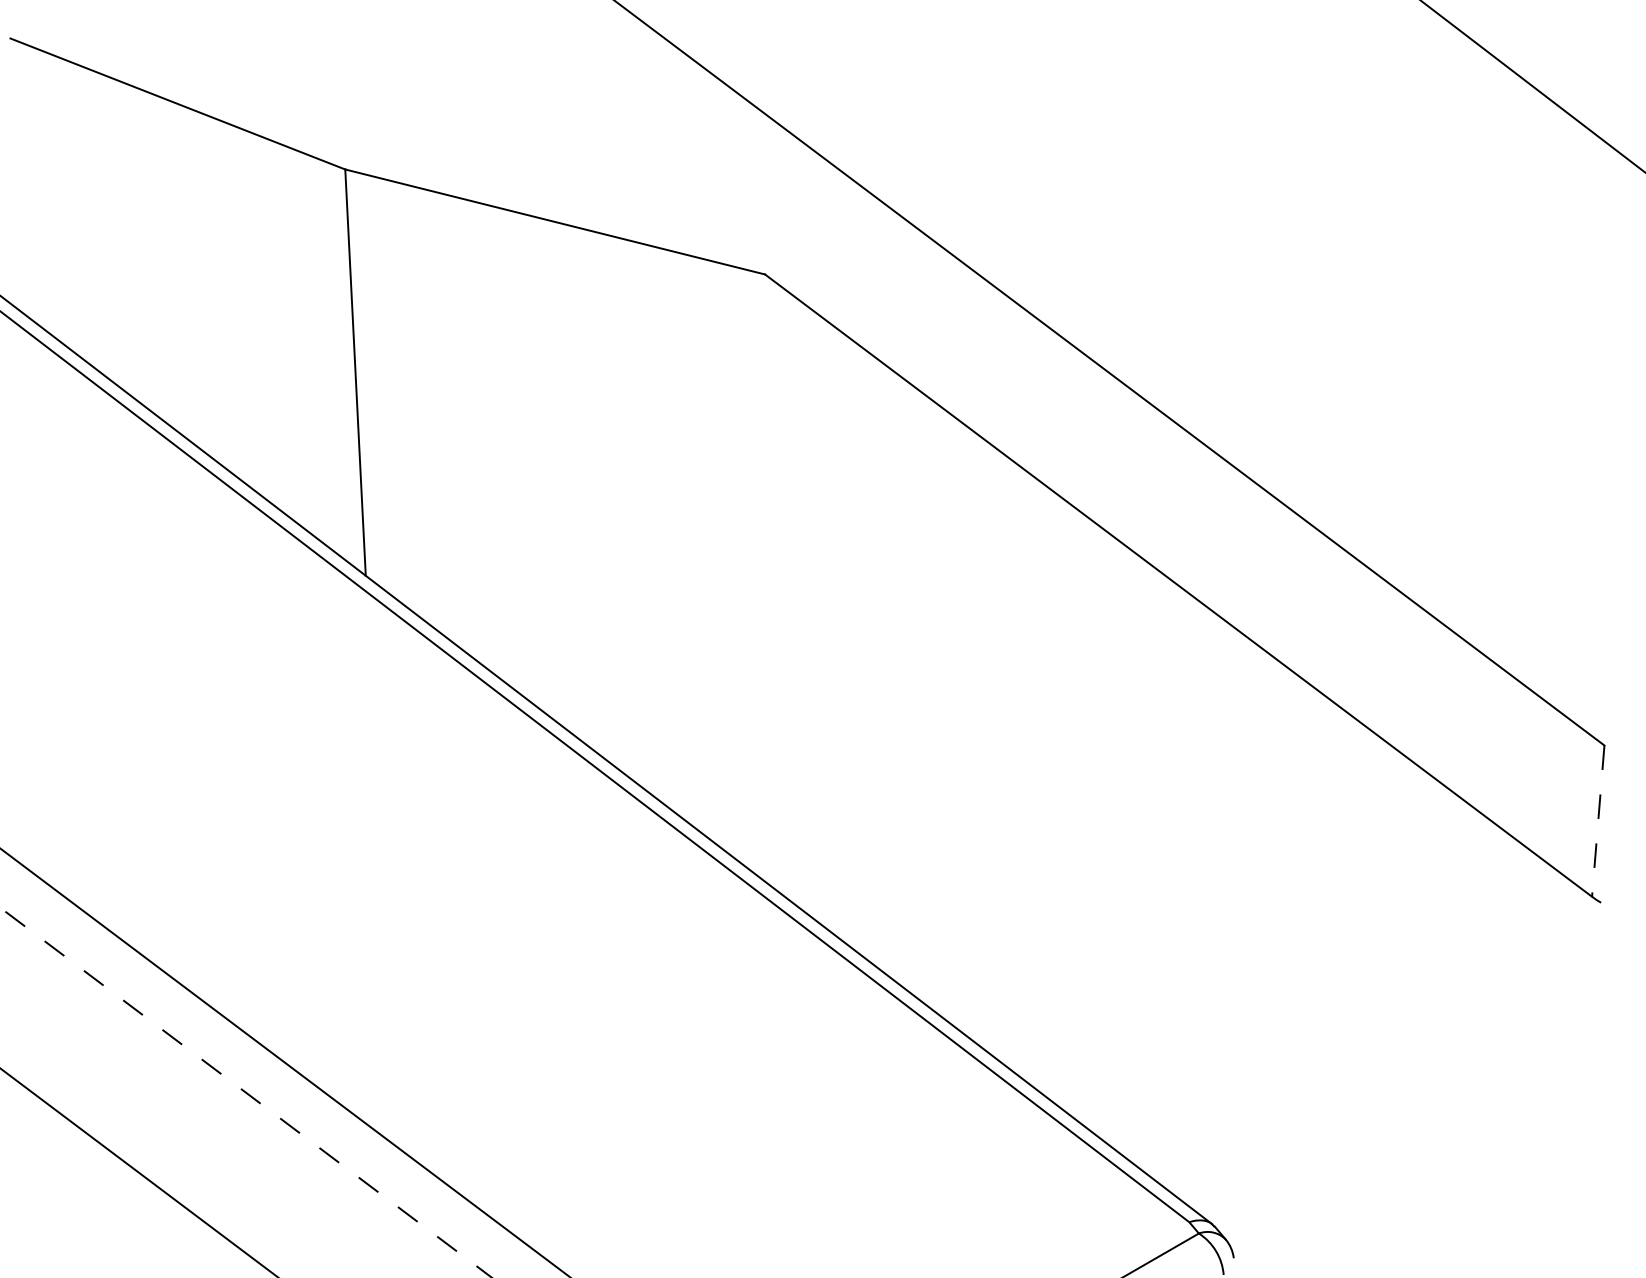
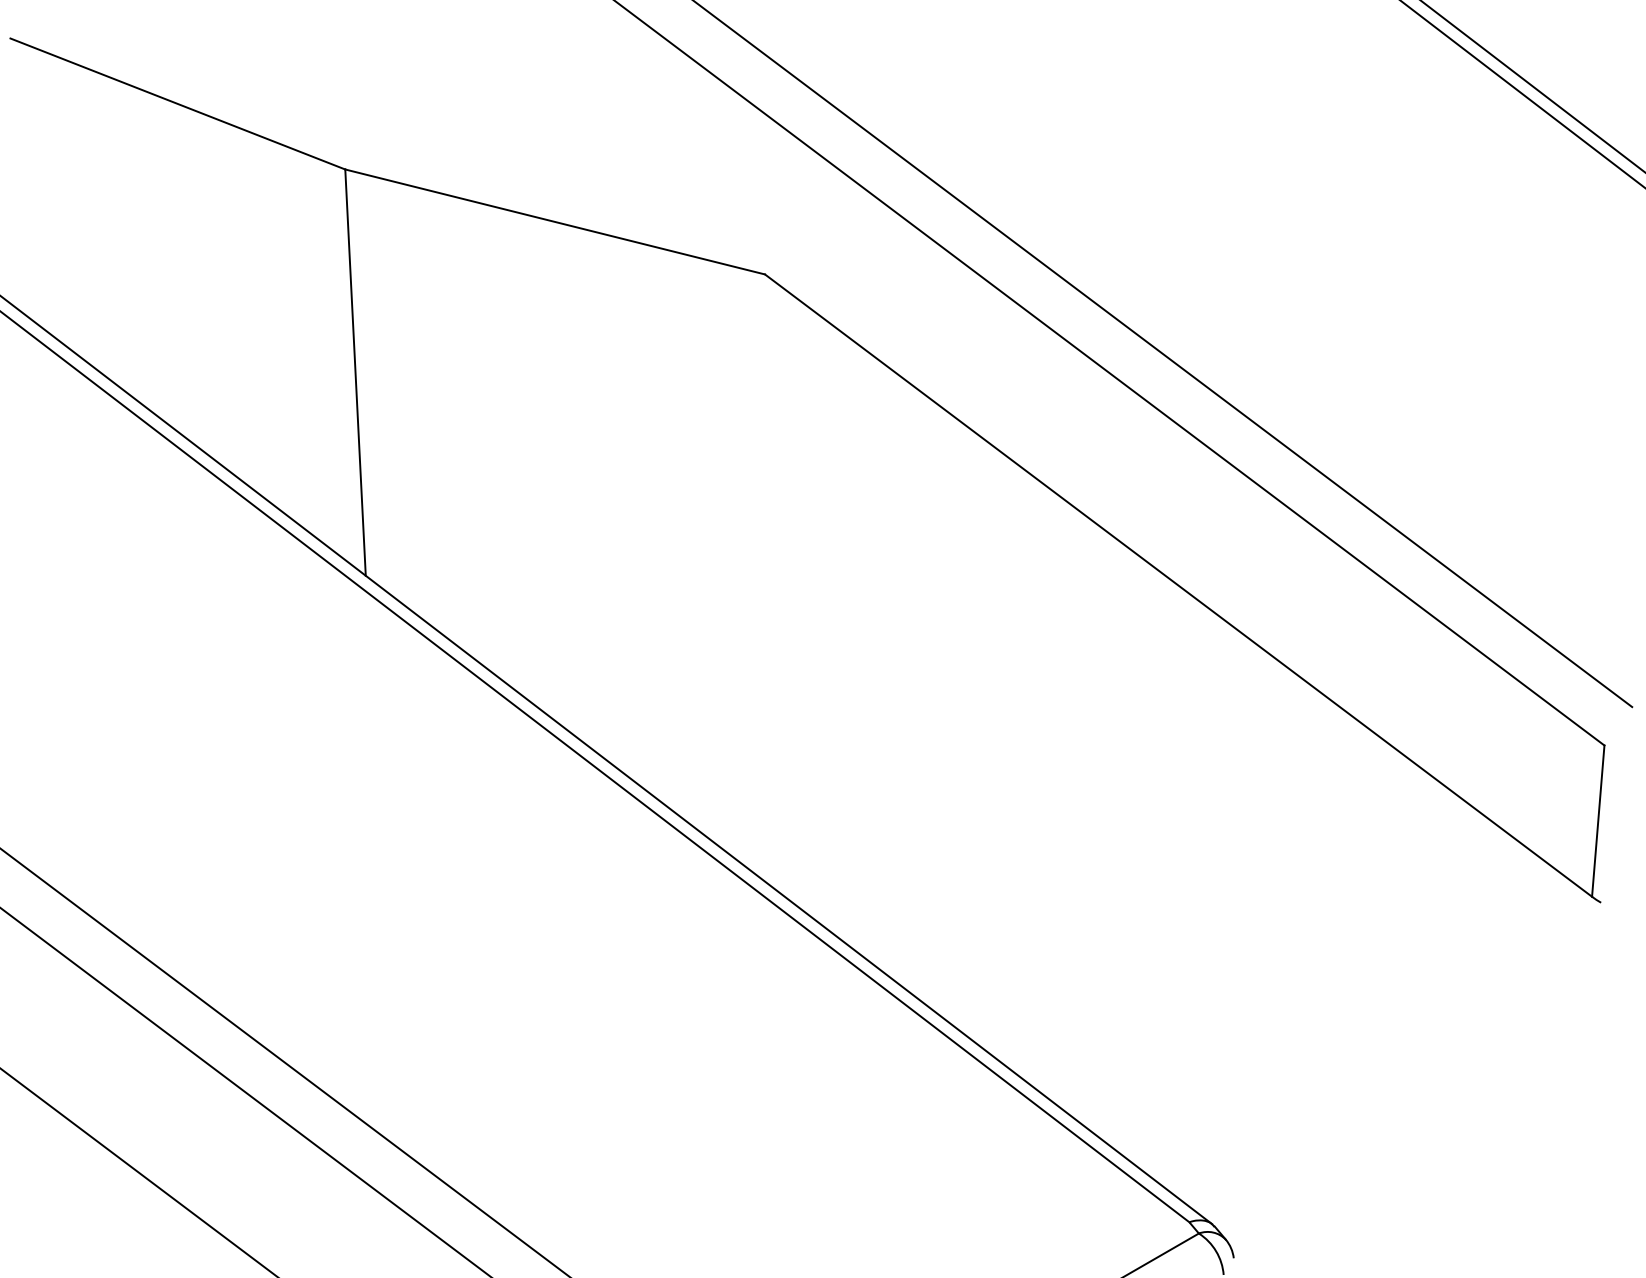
line at (1522, 94): none -> present
line at (1163, 354): none -> present
line at (1598, 821): dashed -> solid
line at (245, 1092): dashed -> solid
